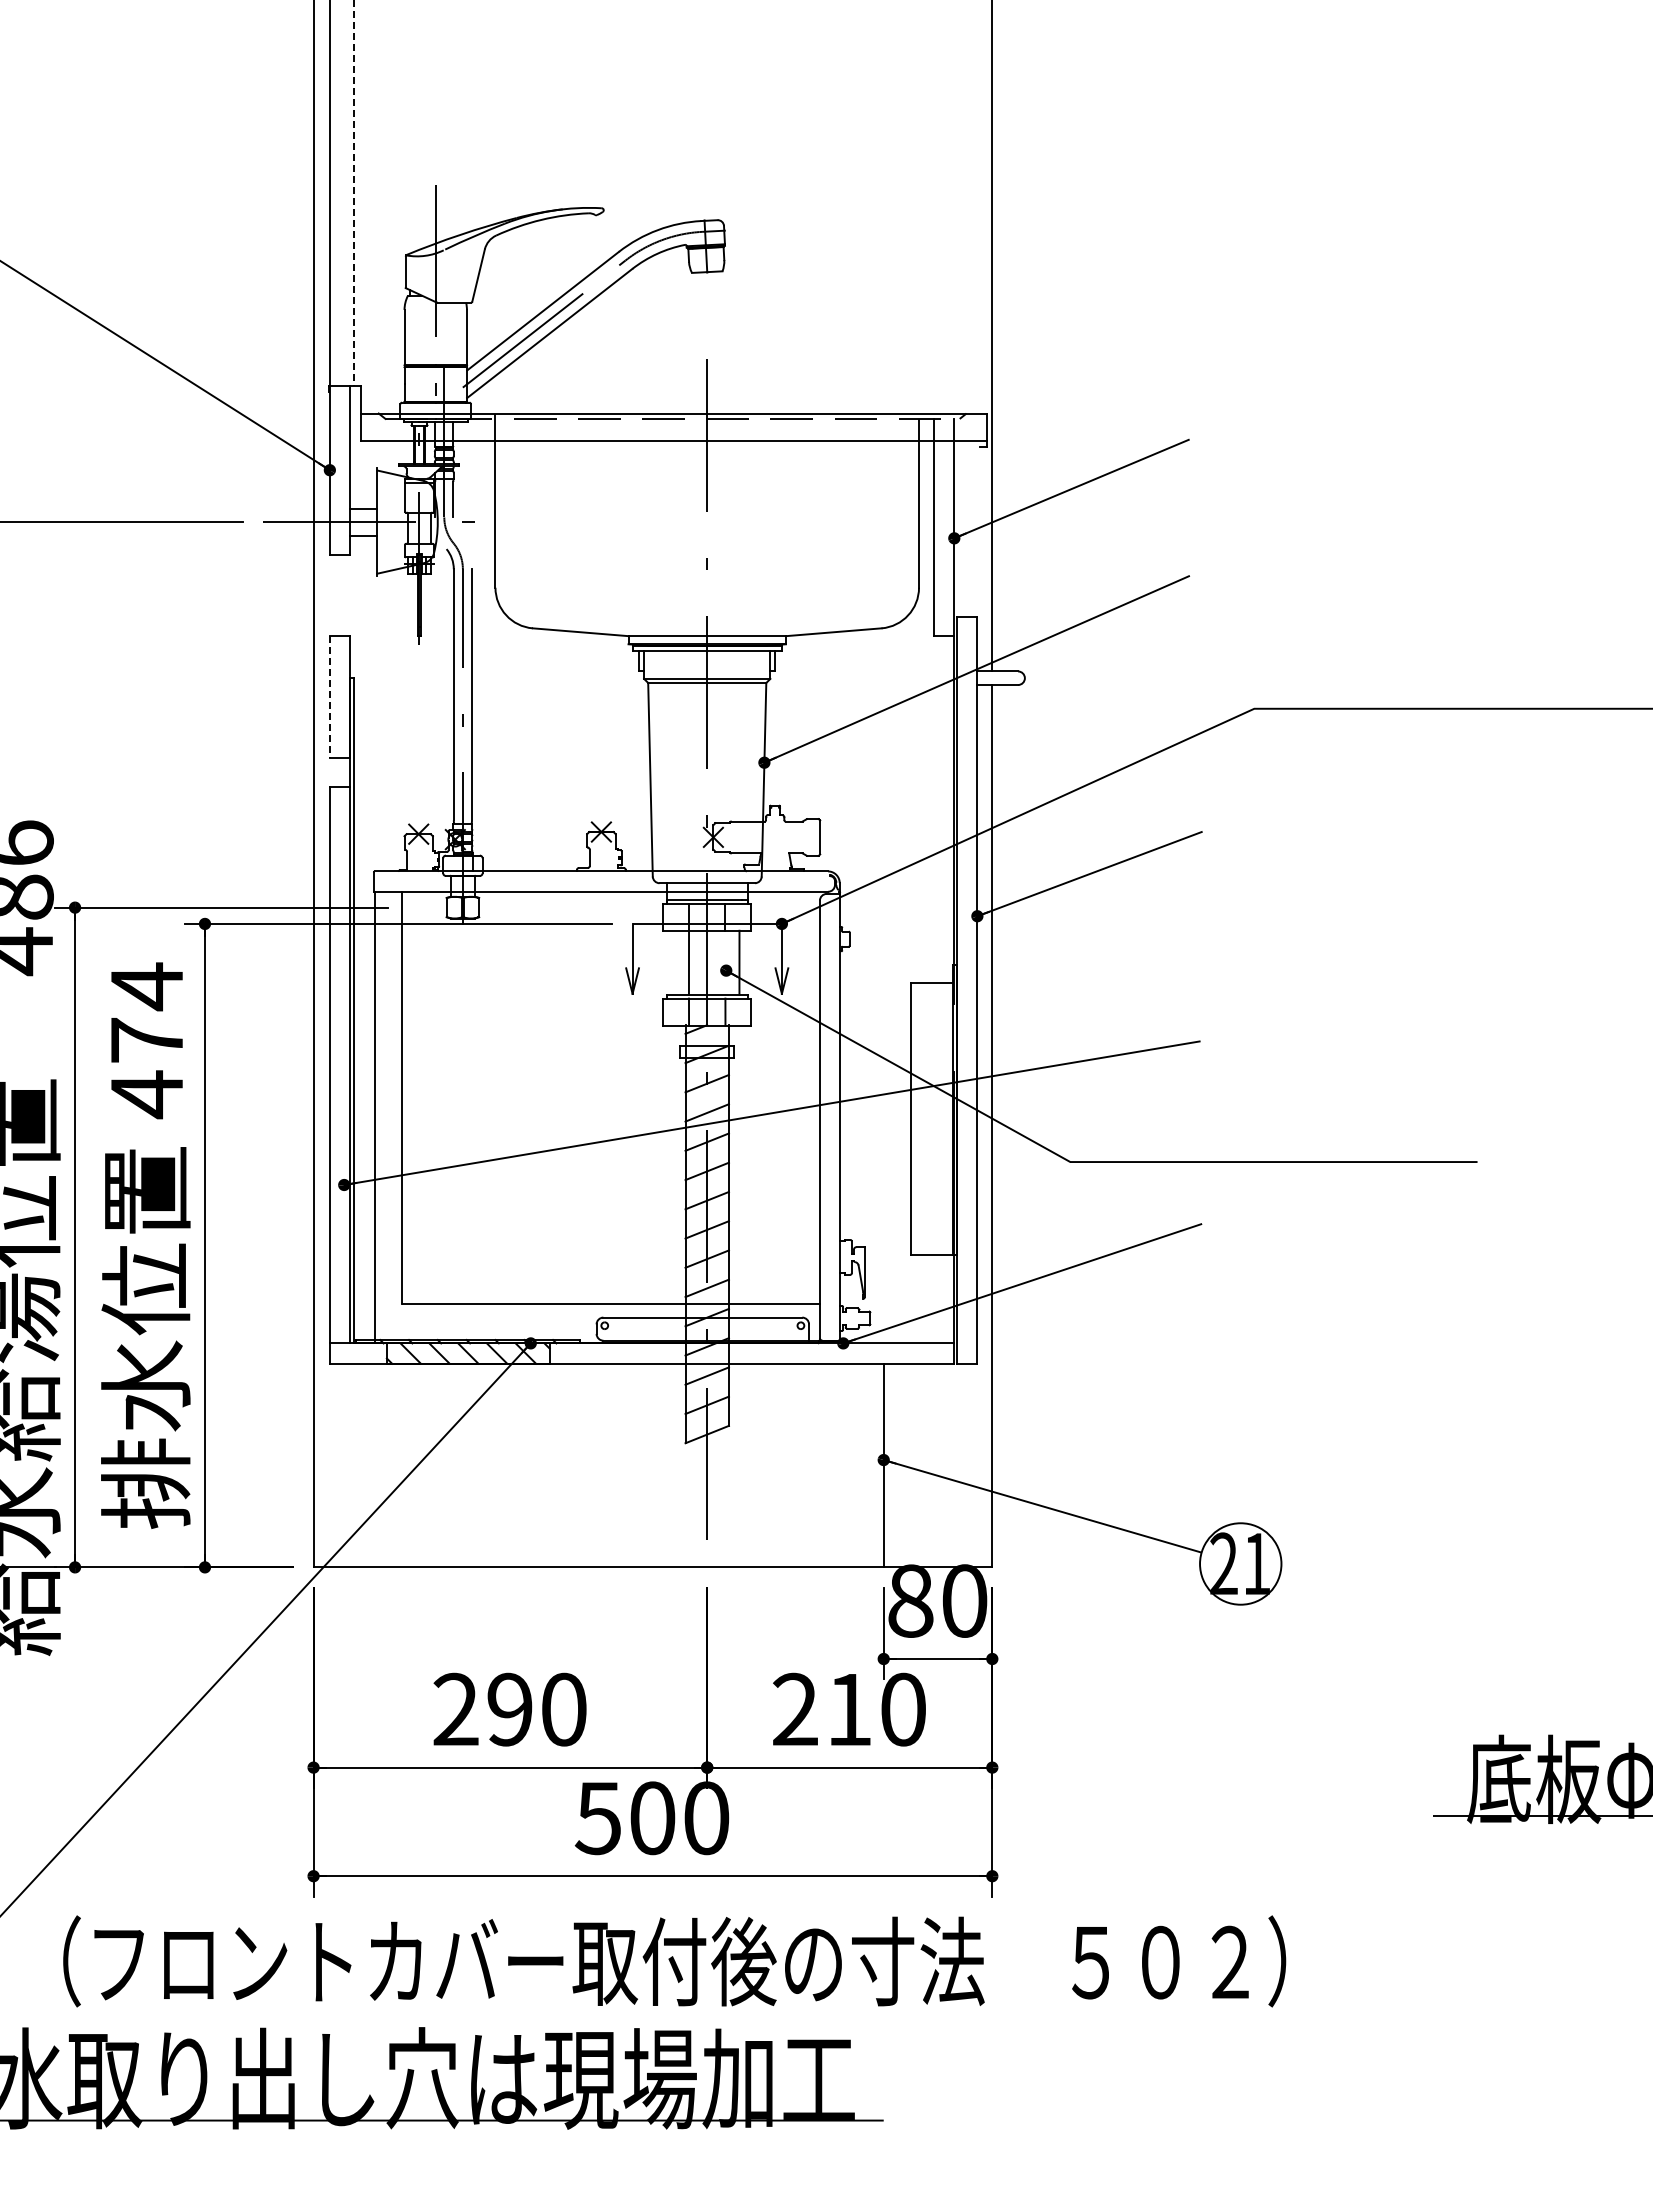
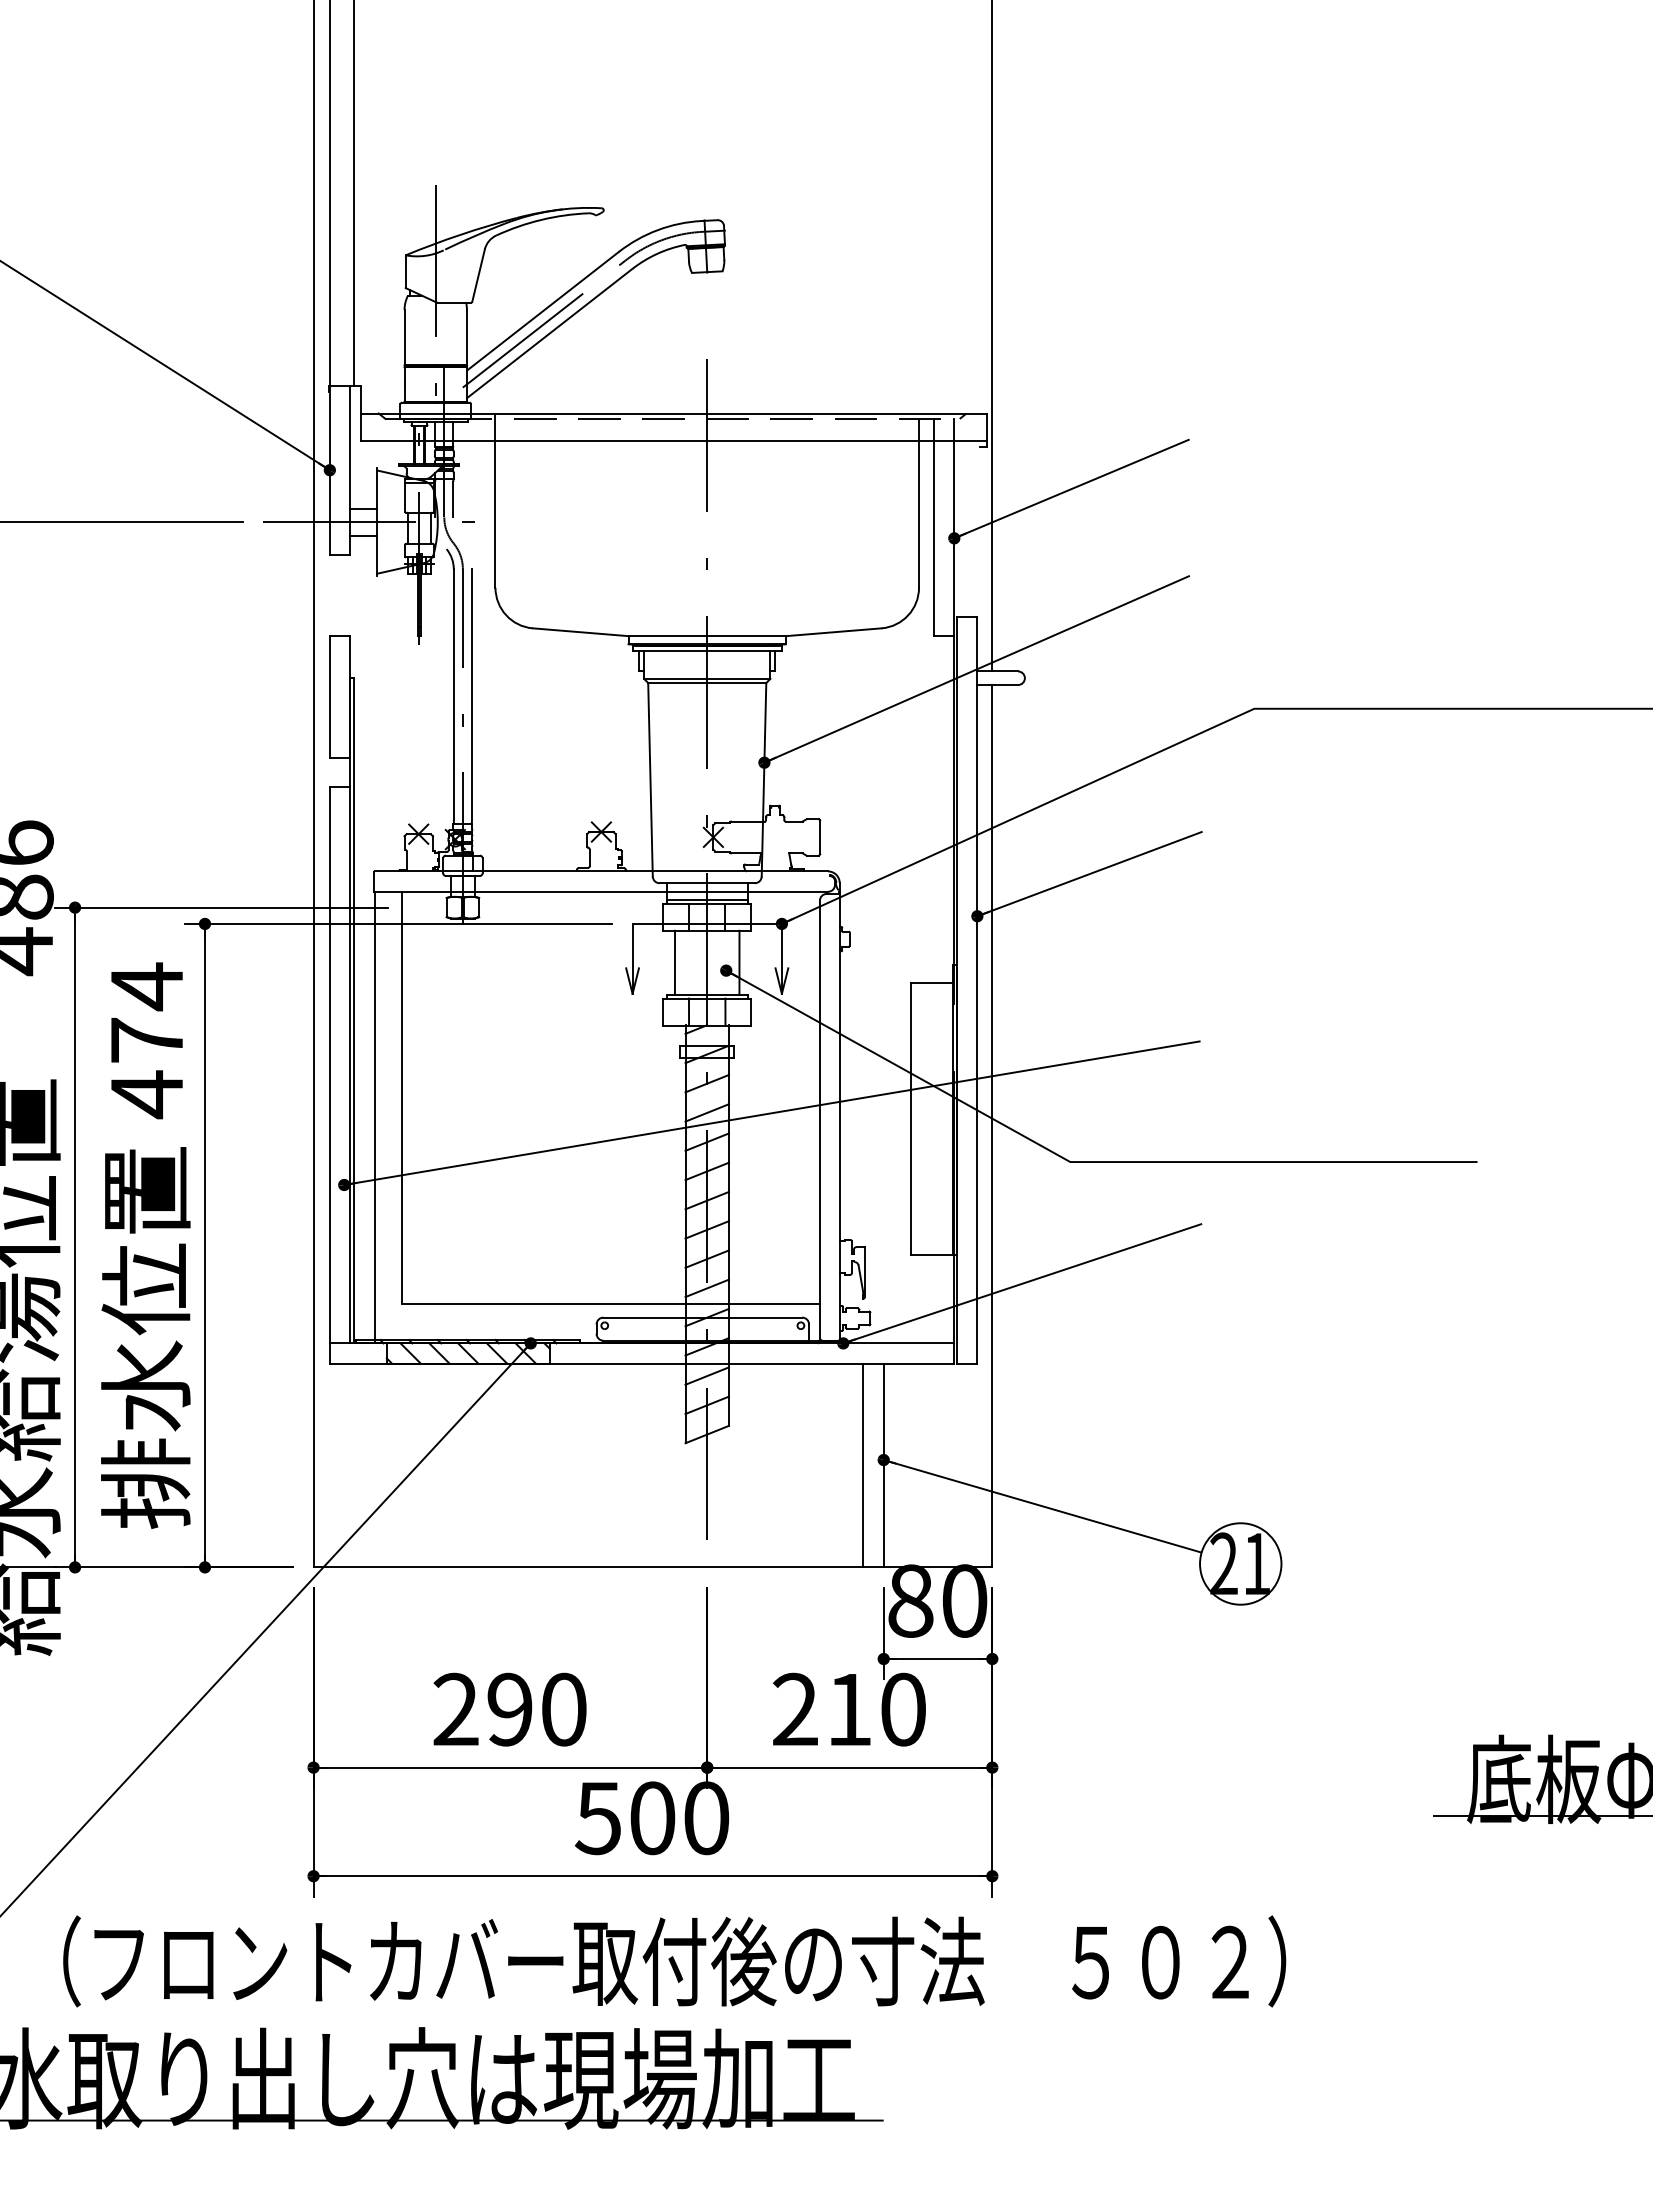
line at (354, 193): dashed -> solid
line at (329, 697): dashed -> solid
line at (688, 962) position: (688, 962) -> (674, 962)
line at (863, 1465): none -> present
